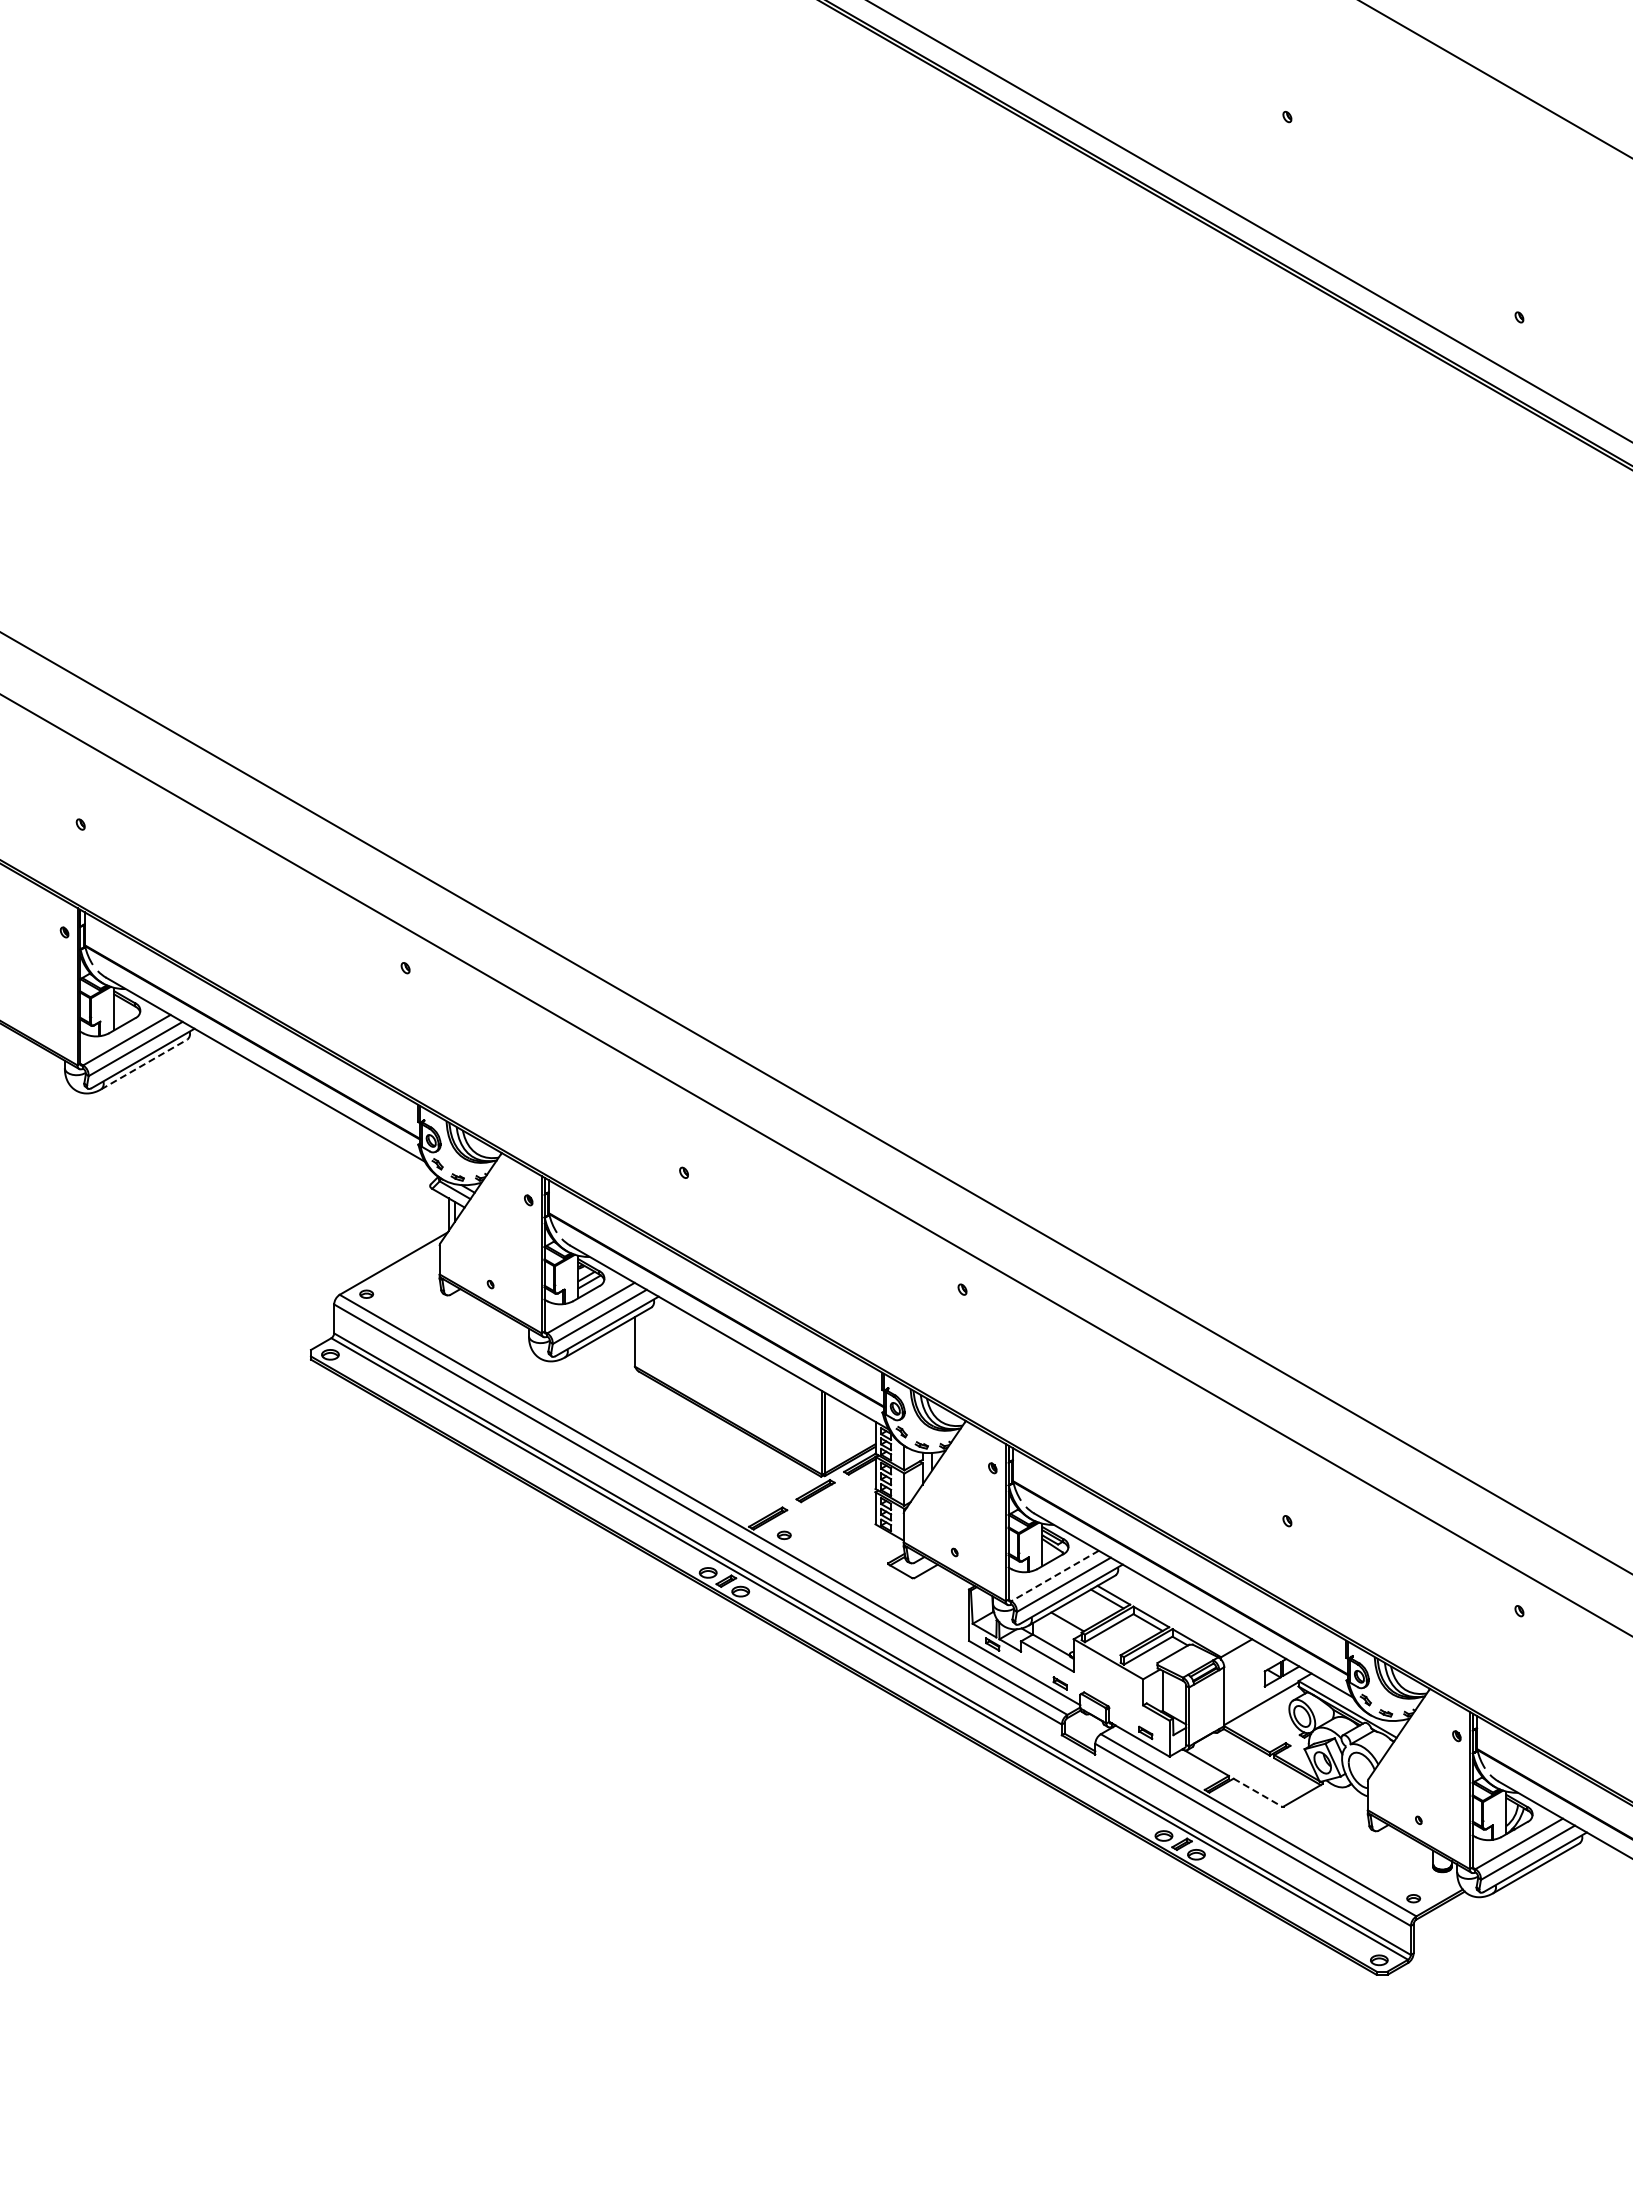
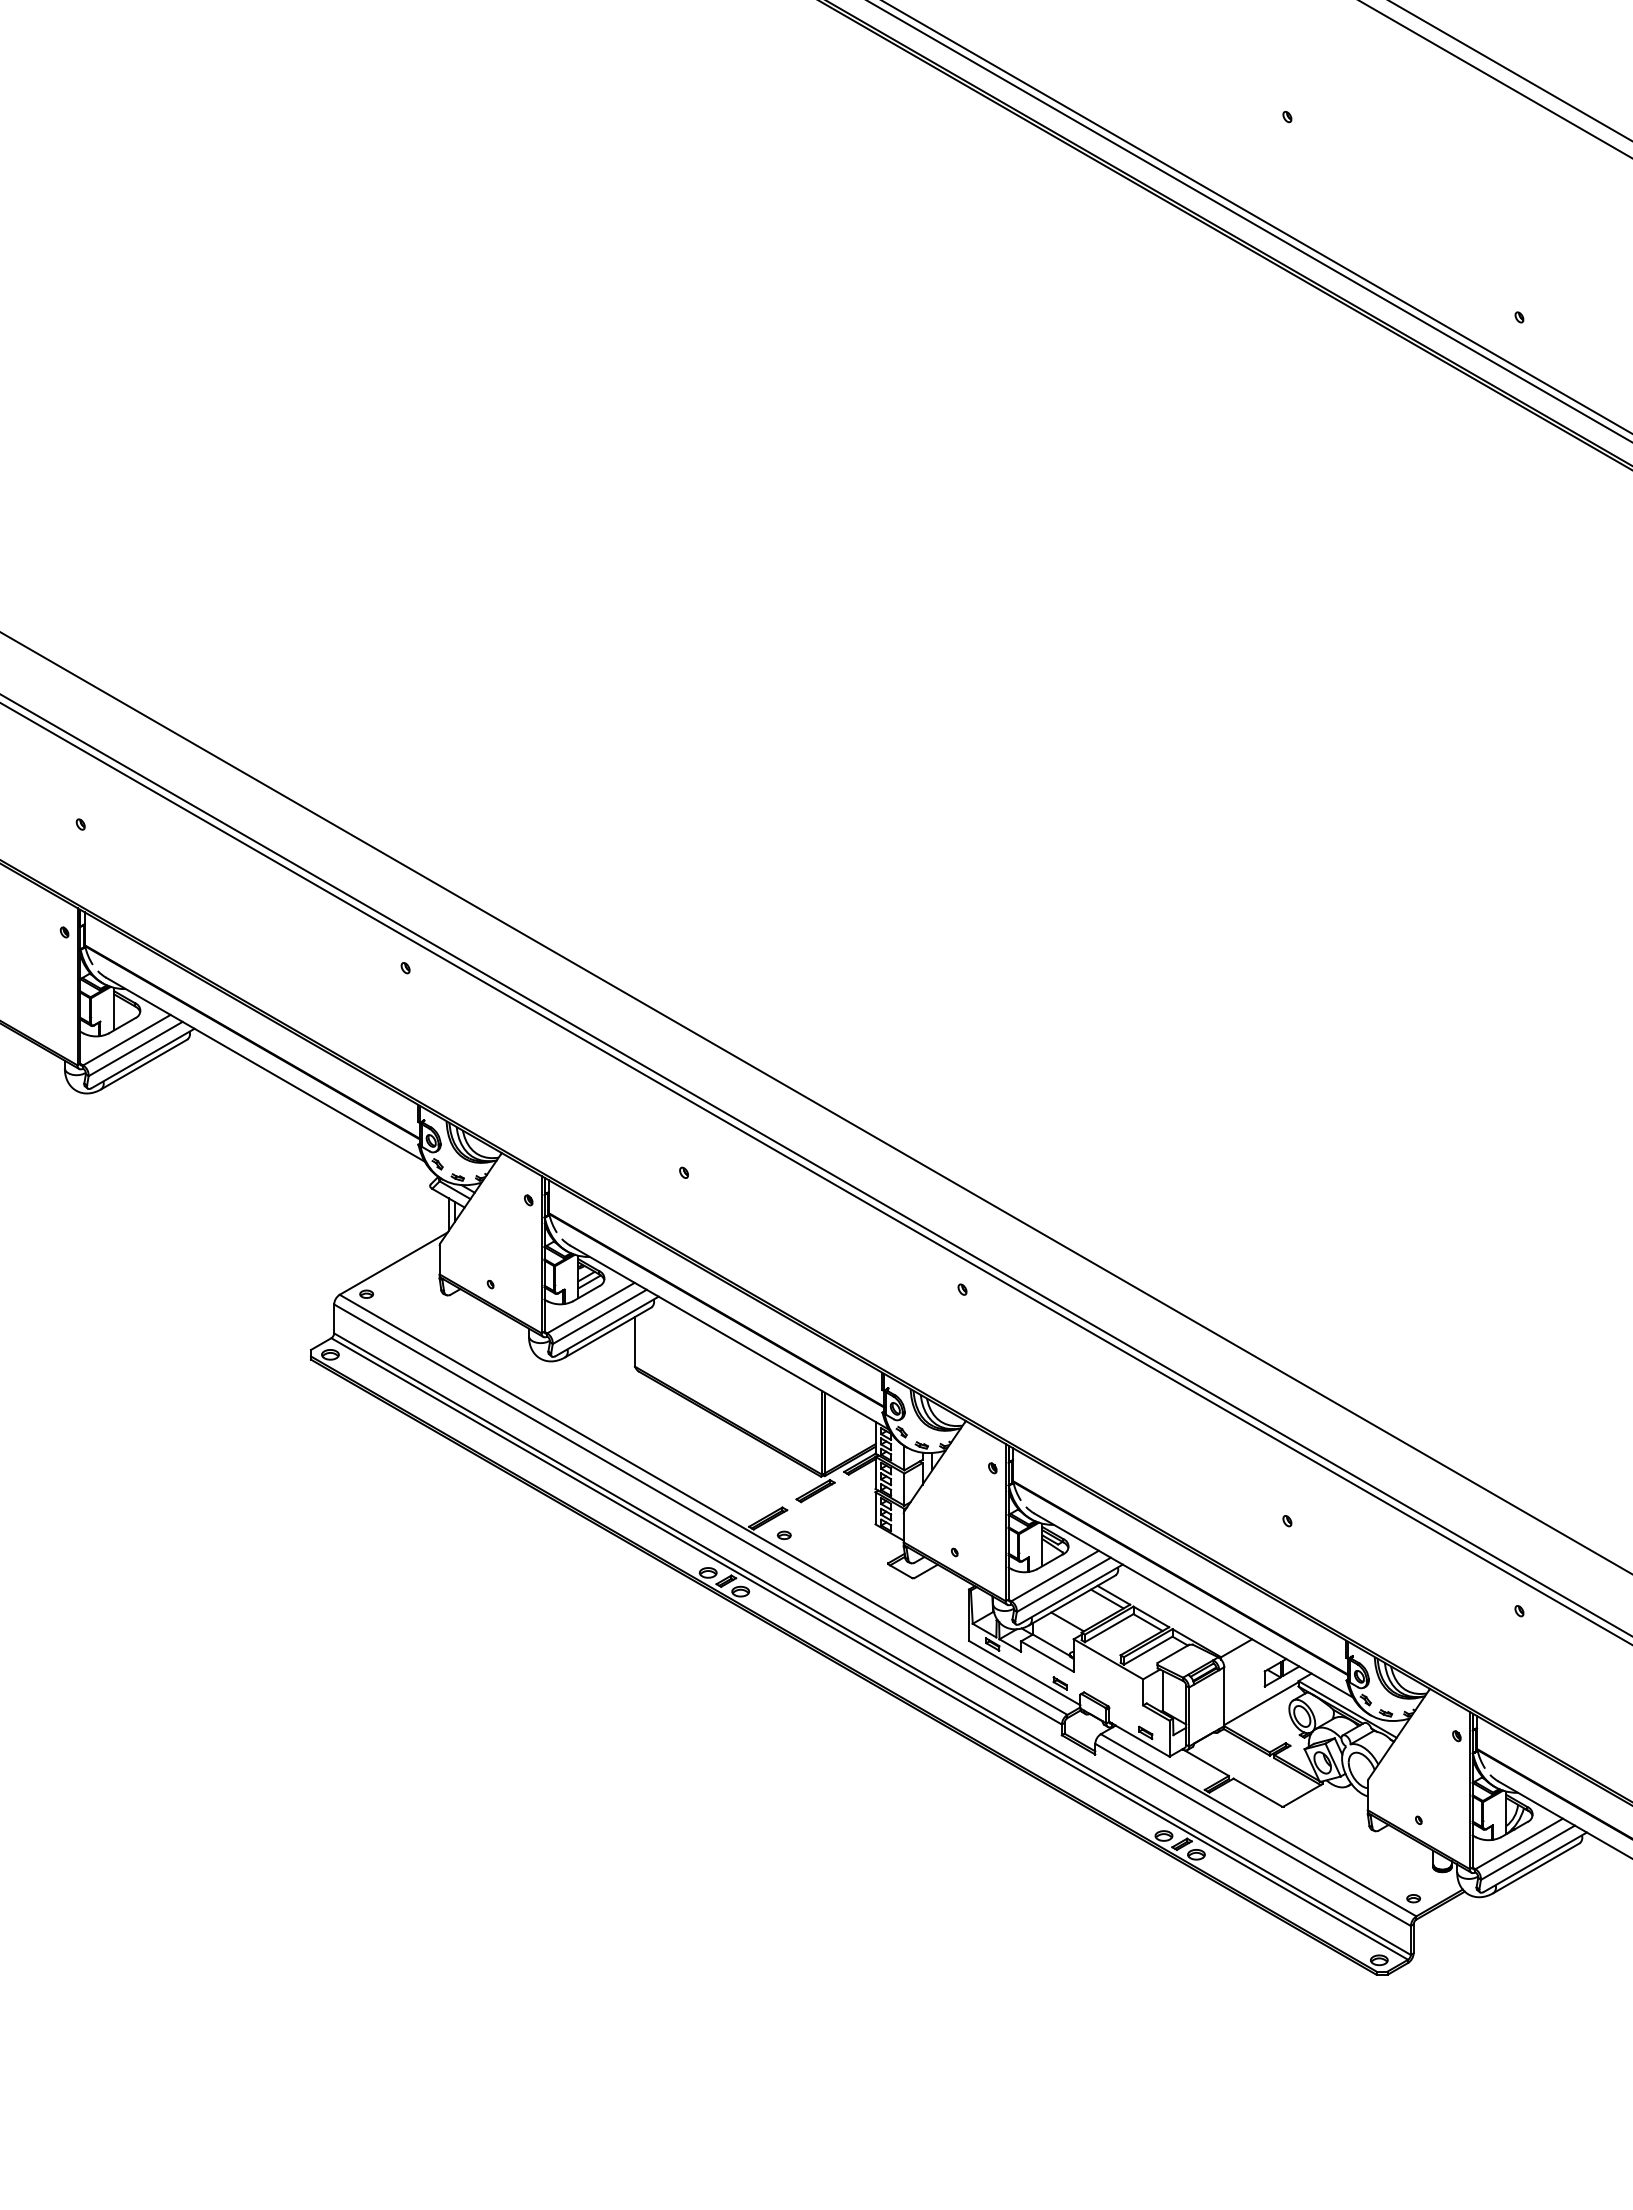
line at (1510, 70): none -> present
line at (1257, 217): none -> present
line at (144, 1064): dashed -> solid
line at (815, 1173): none -> present
line at (1054, 1576): dashed -> solid
line at (1257, 1792): dashed -> solid
